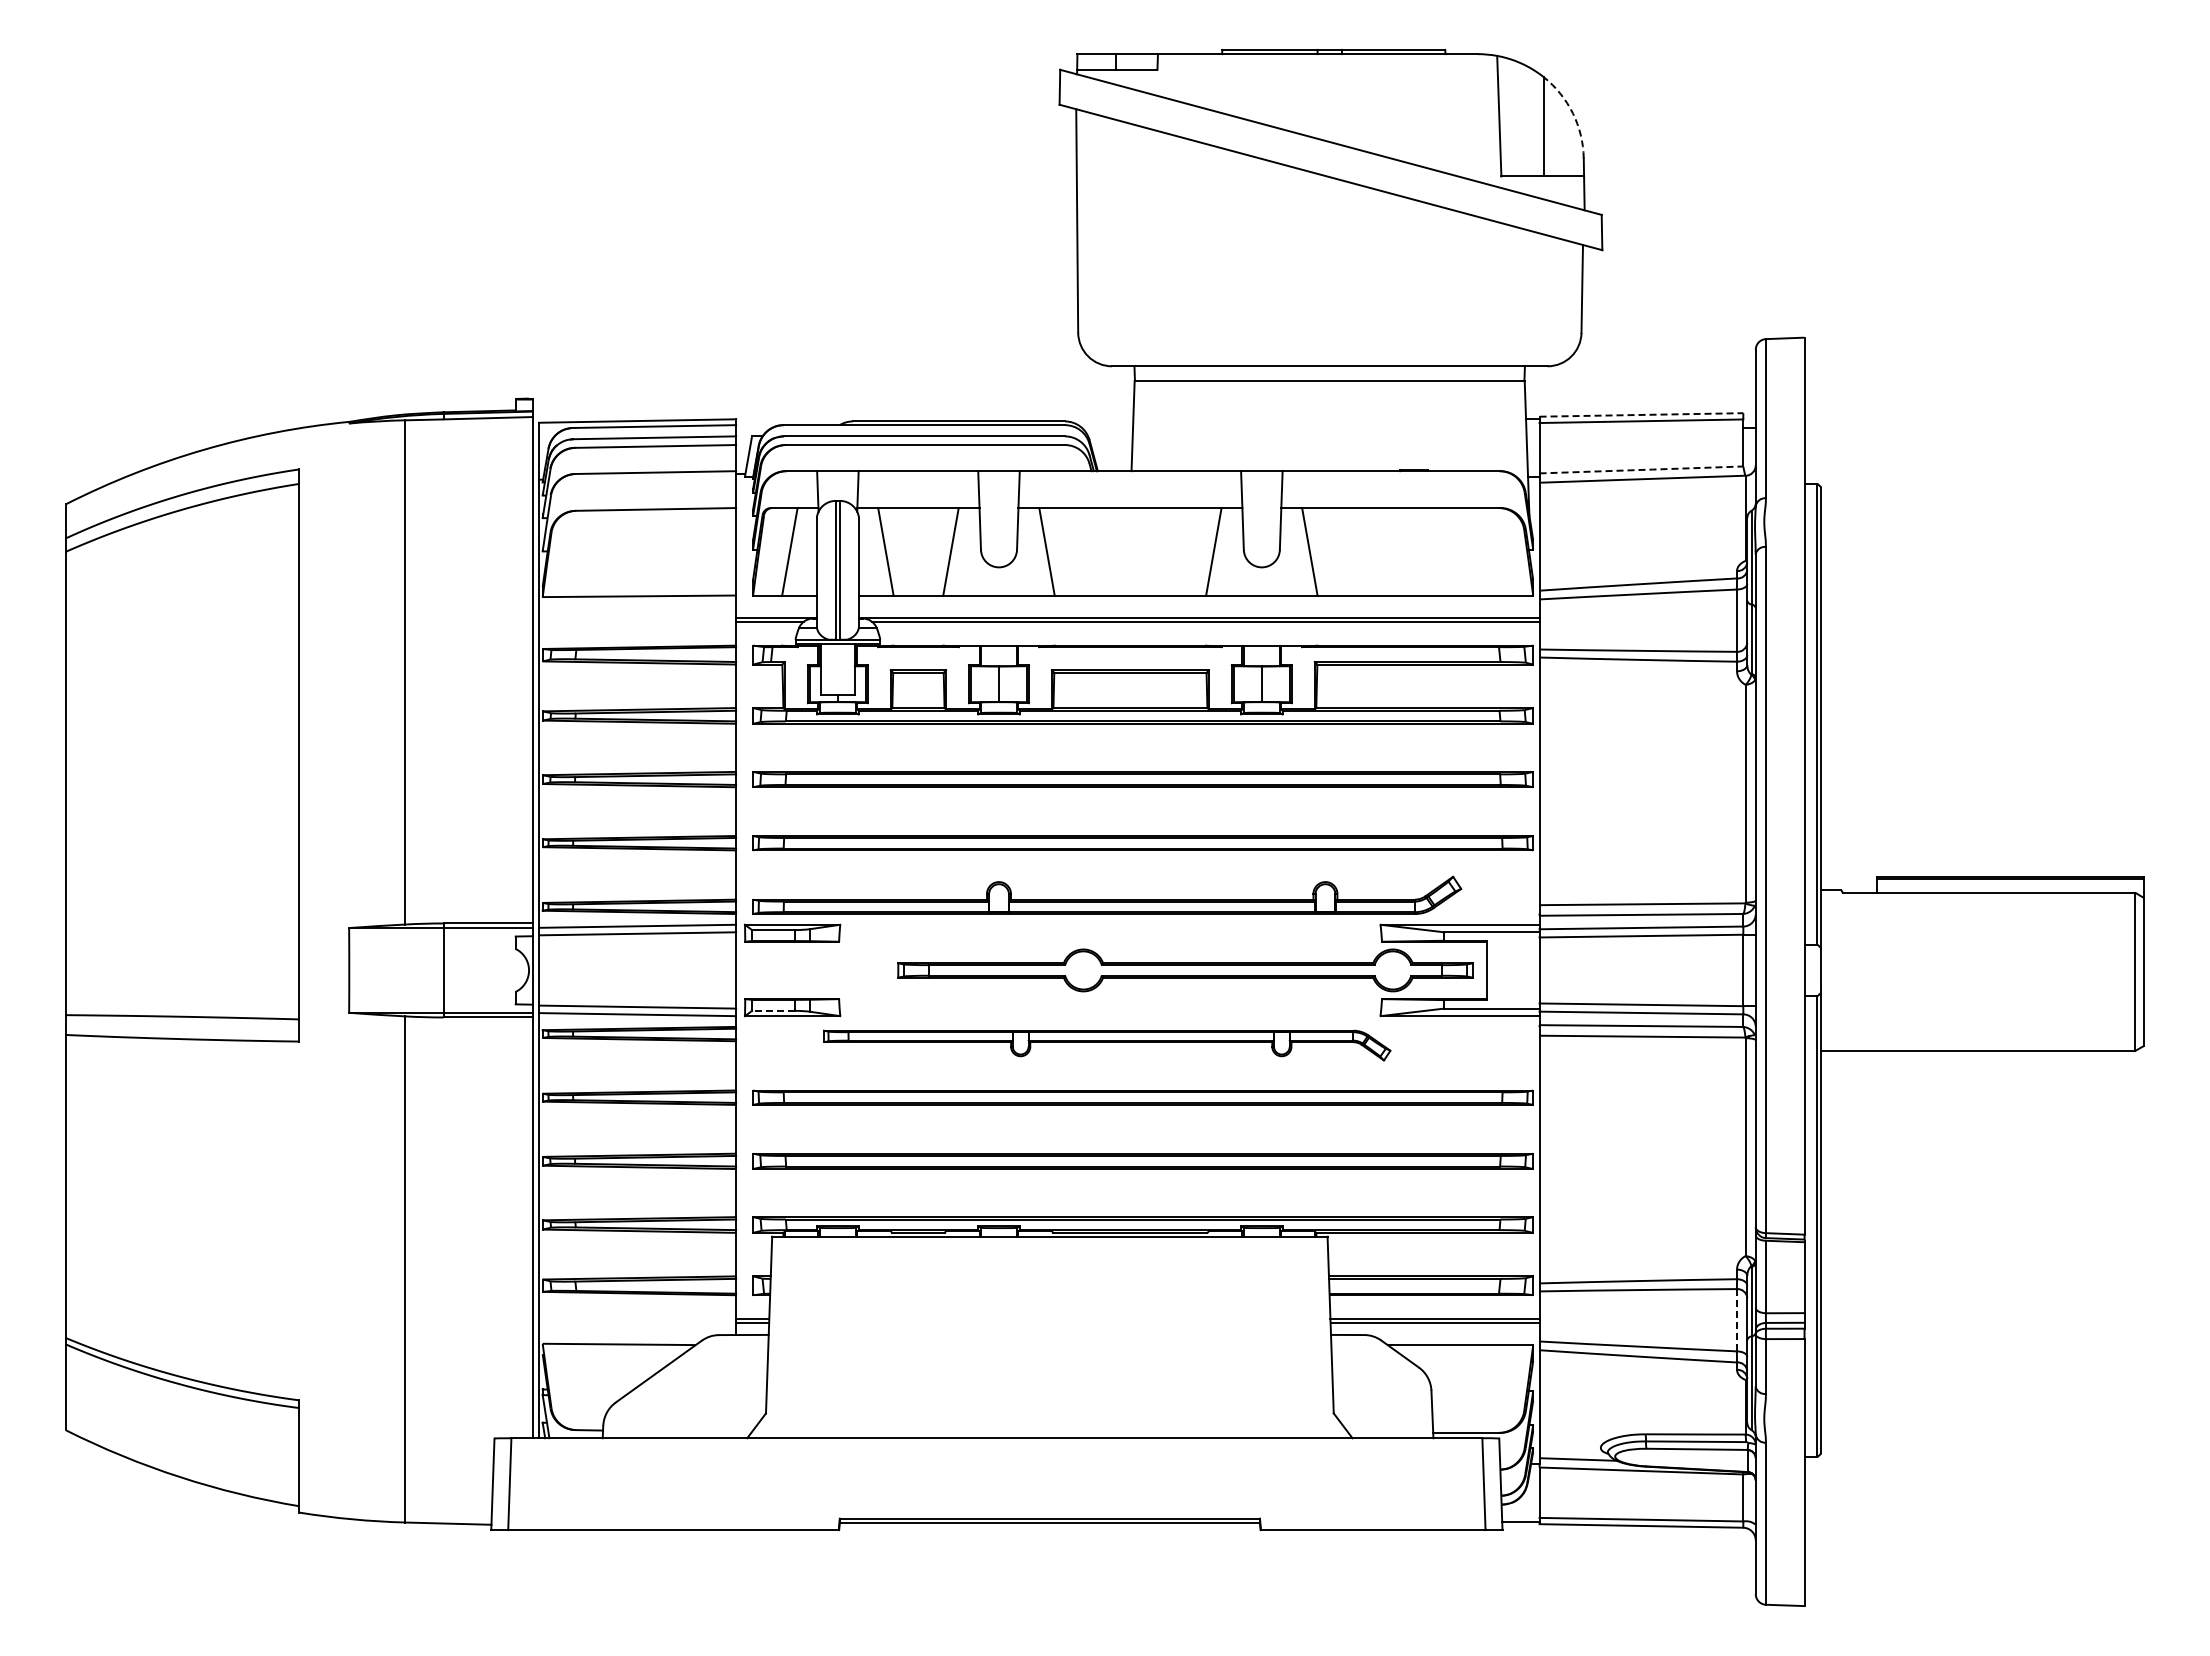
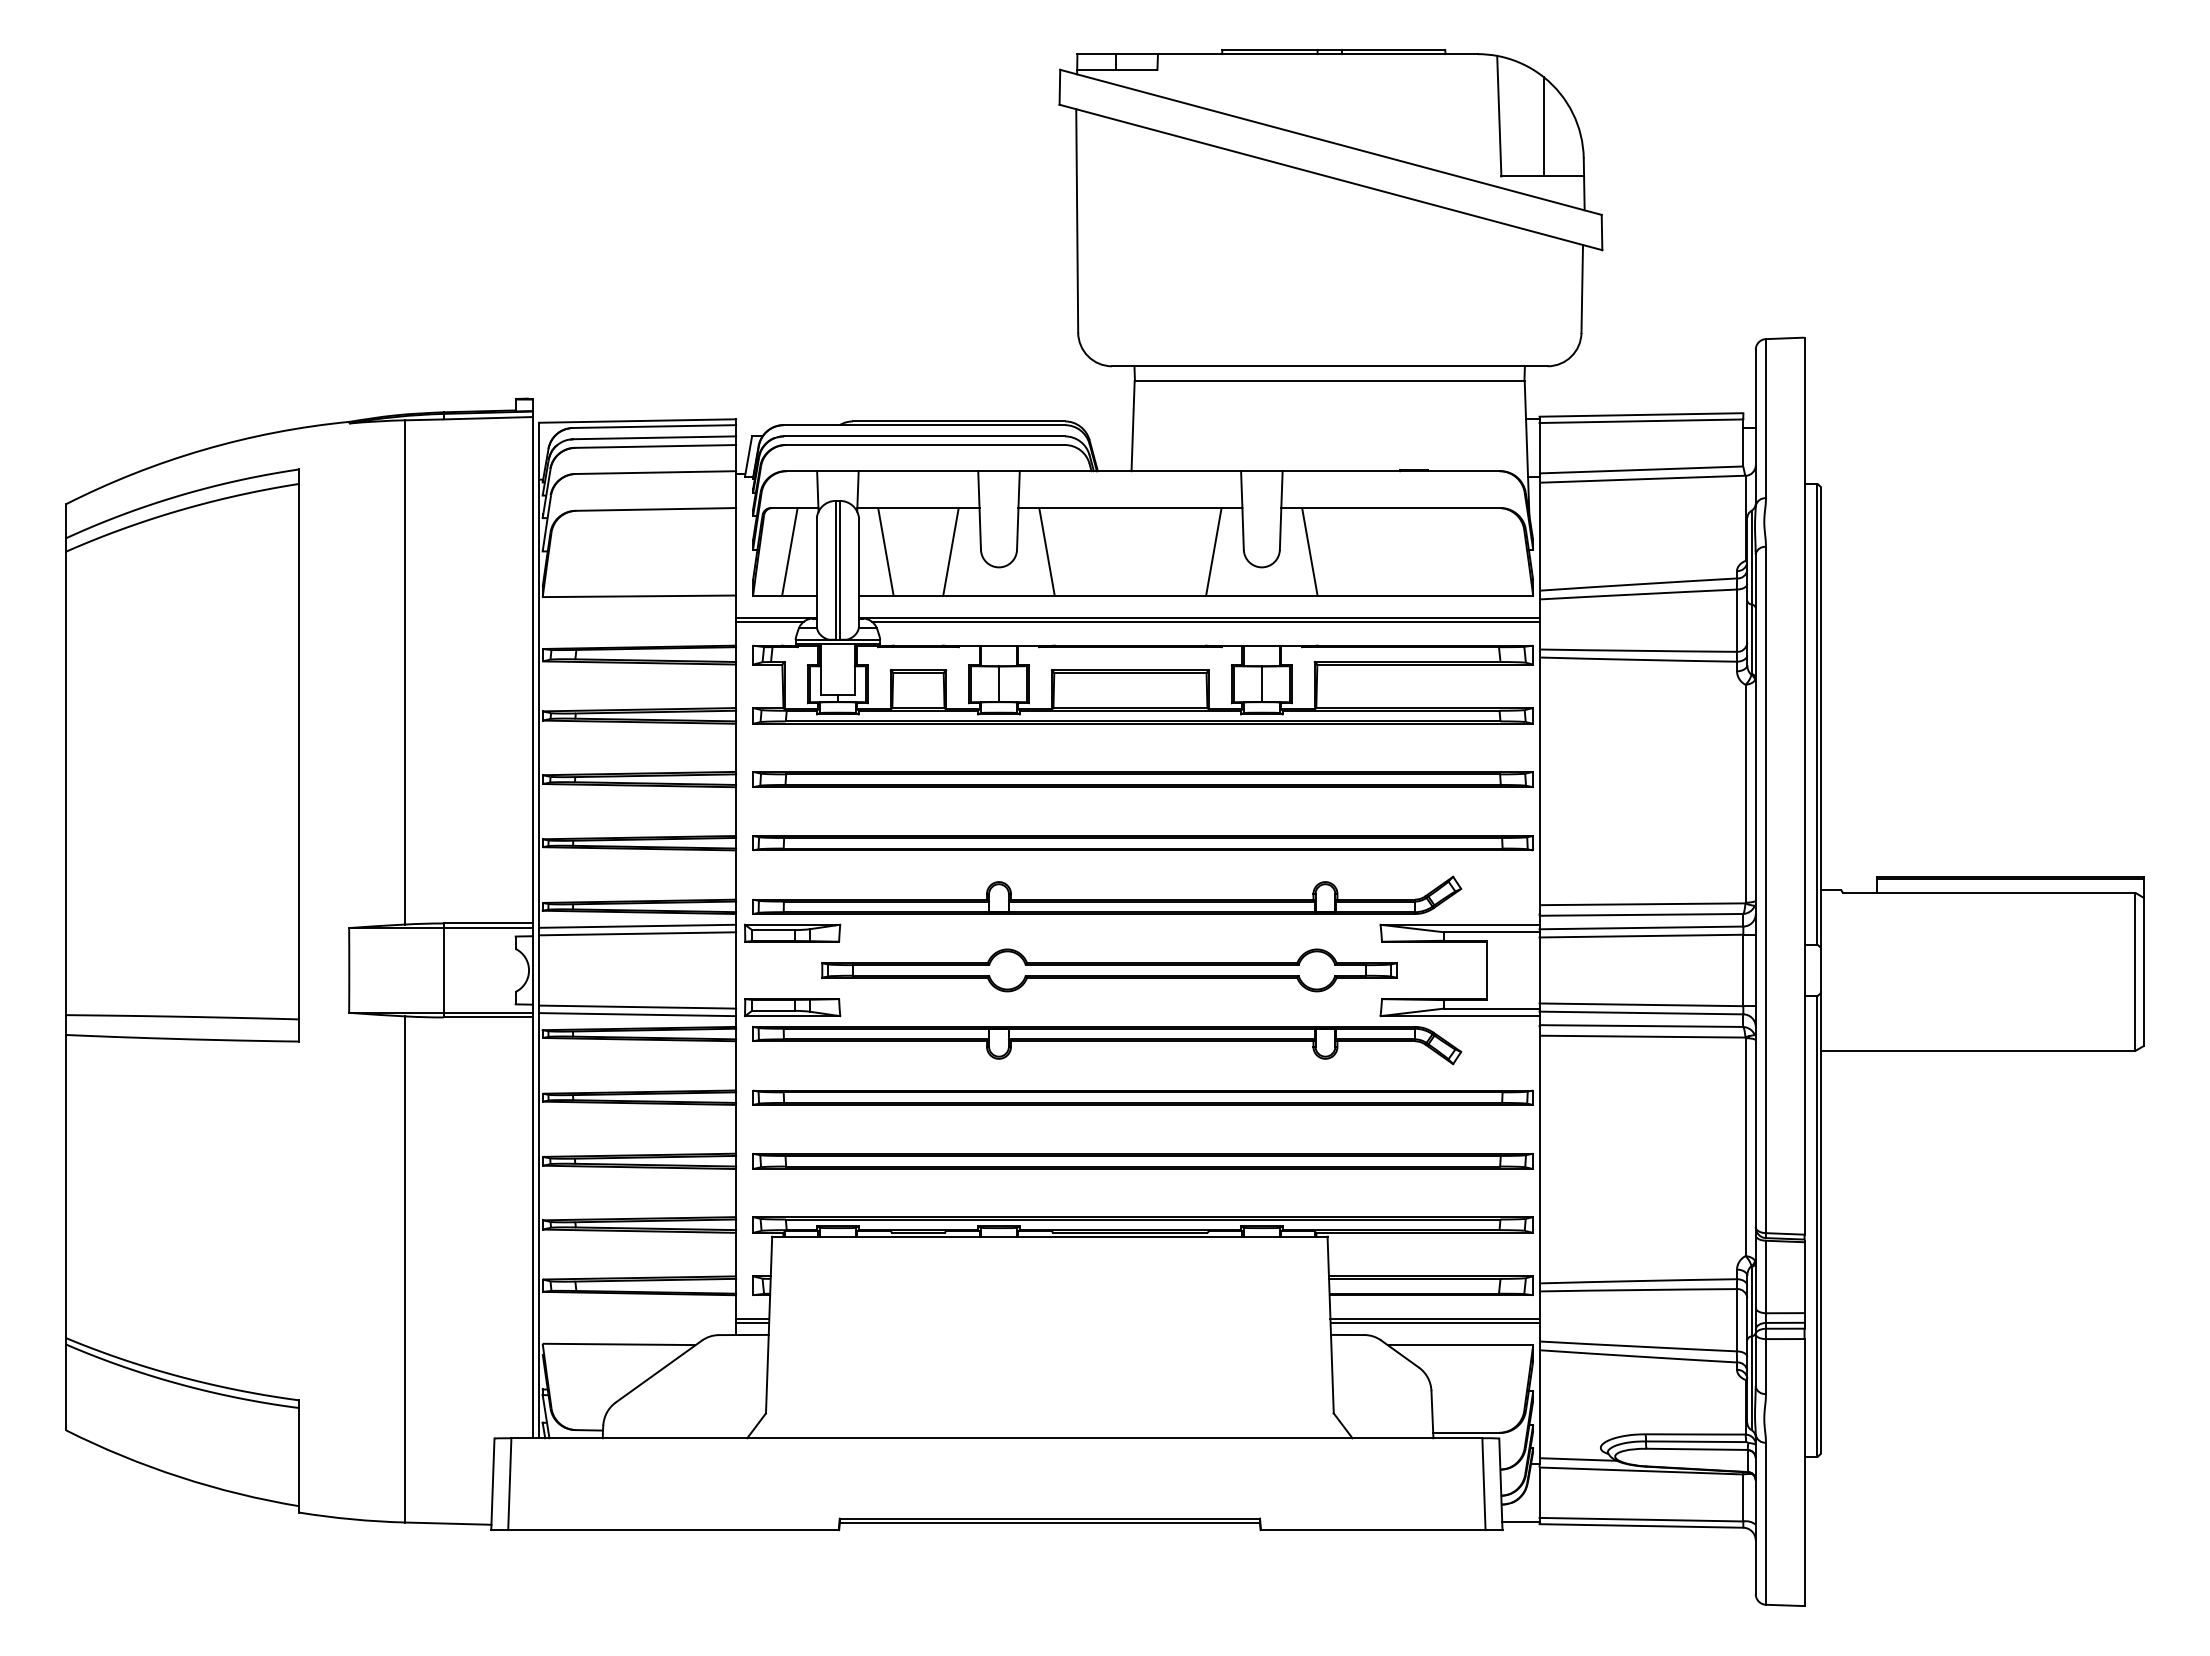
arc at (1572, 113): dashed -> solid
line at (1641, 414): dashed -> solid
line at (1641, 469): dashed -> solid
part at (1185, 970) position: (1185, 970) -> (1109, 970)
line at (772, 1010): dashed -> solid
part at (1107, 1045) size: 569x33 px -> 711x40 px
line at (1736, 1319): dashed -> solid
